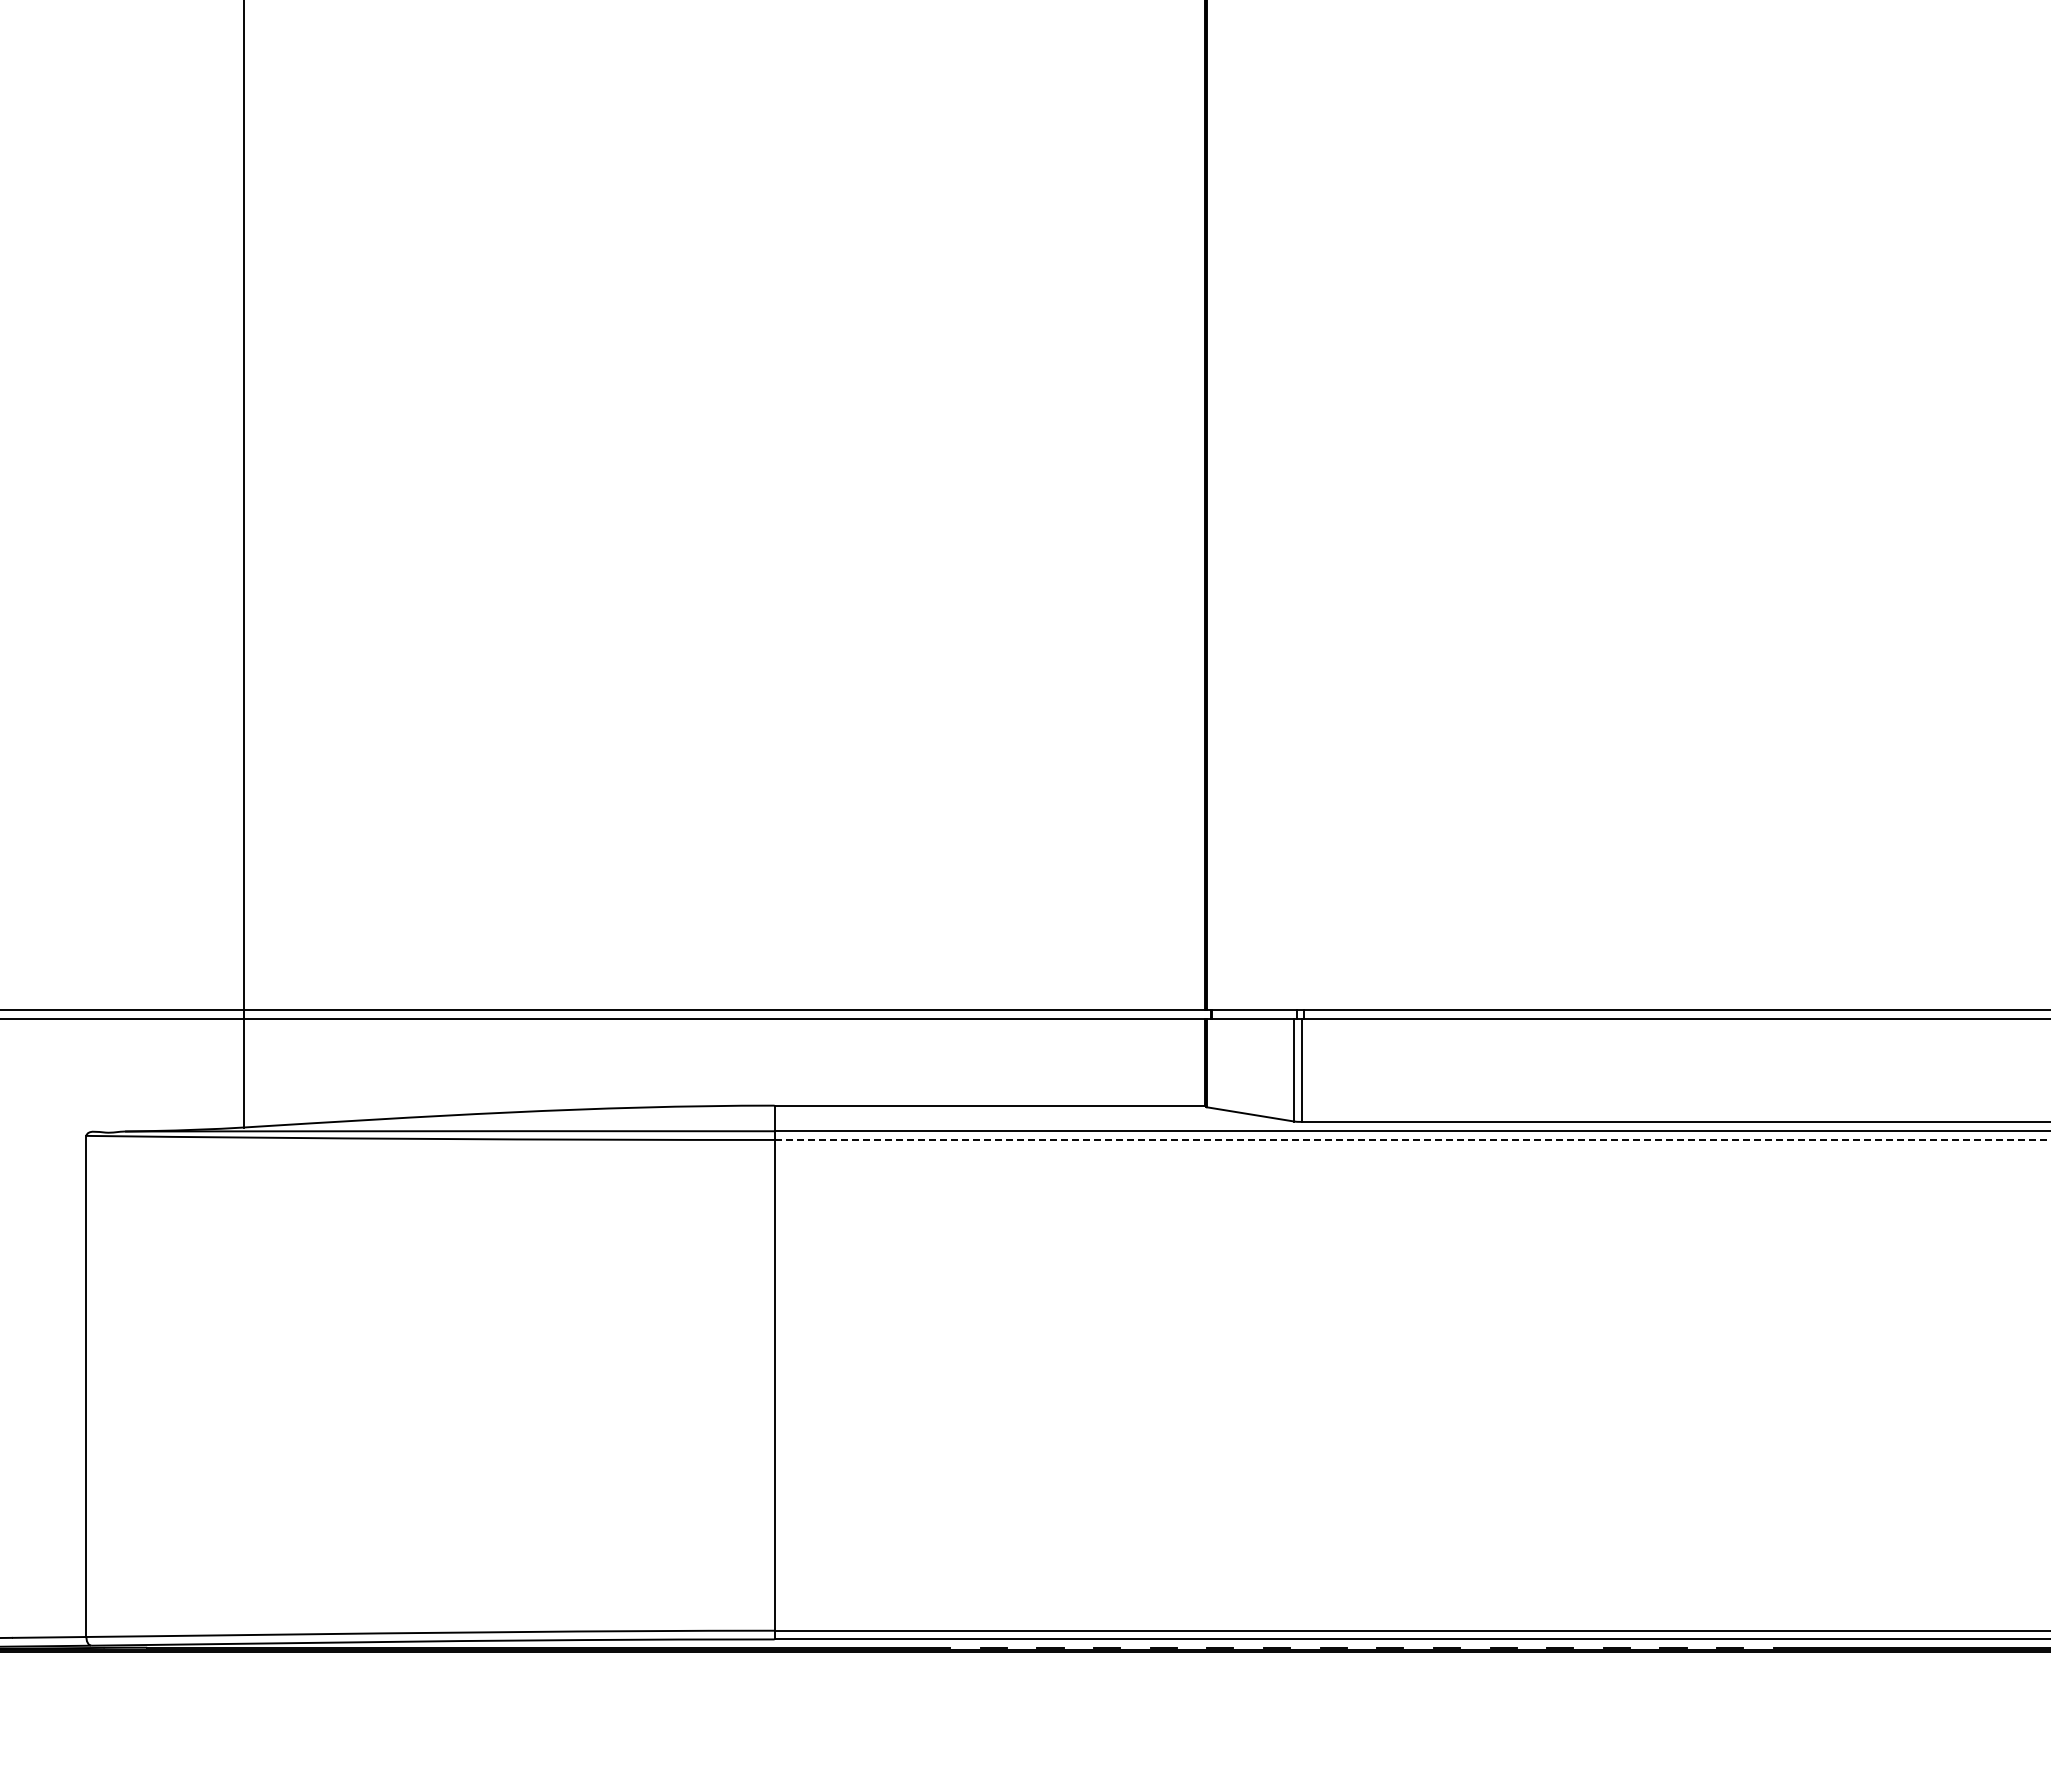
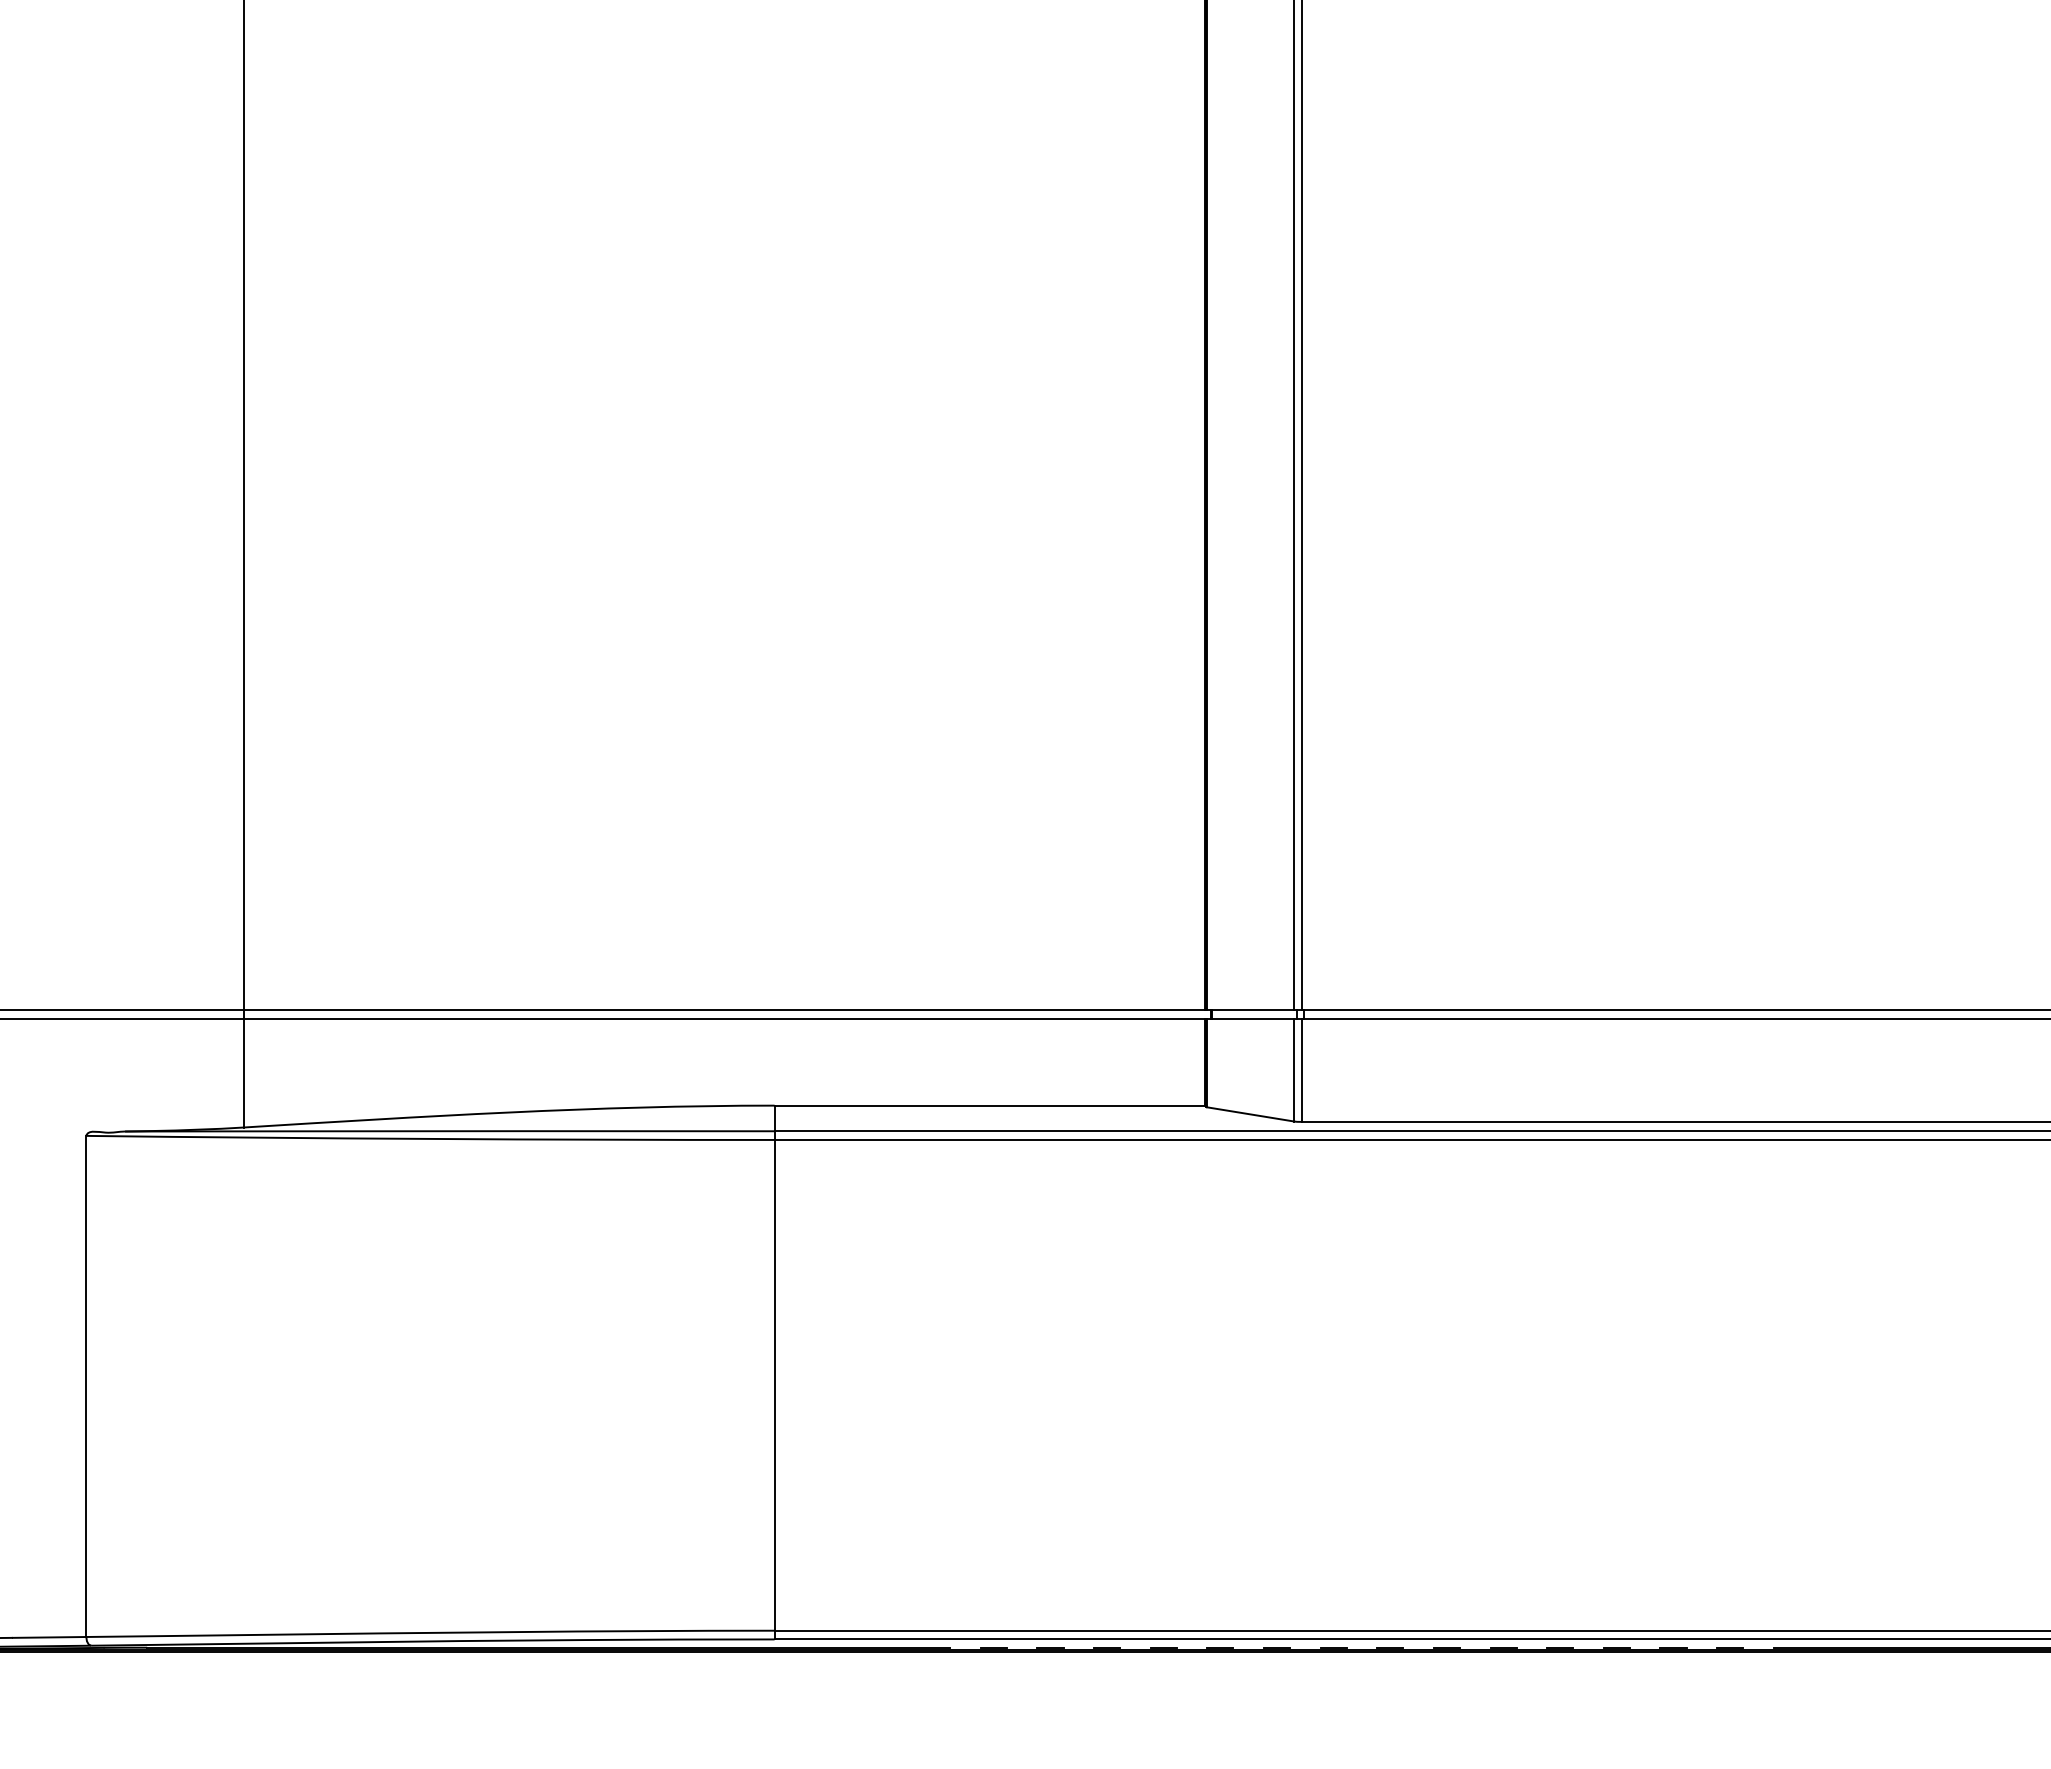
line at (1294, 505): none -> present
line at (1301, 505): none -> present
line at (1412, 1139): dashed -> solid
